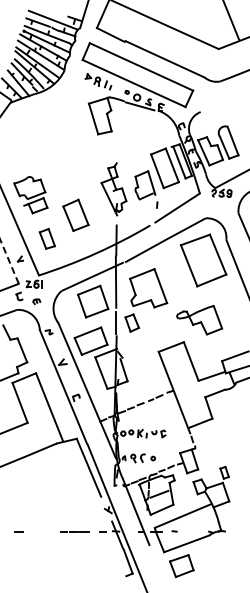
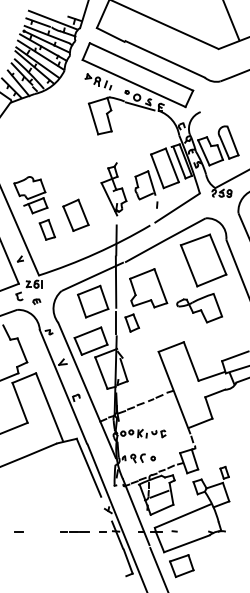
part at (46, 238) position: (46, 238) -> (46, 229)
line at (9, 261): dashed -> solid
part at (199, 320) position: (199, 320) -> (199, 308)
line at (158, 568): none -> present
